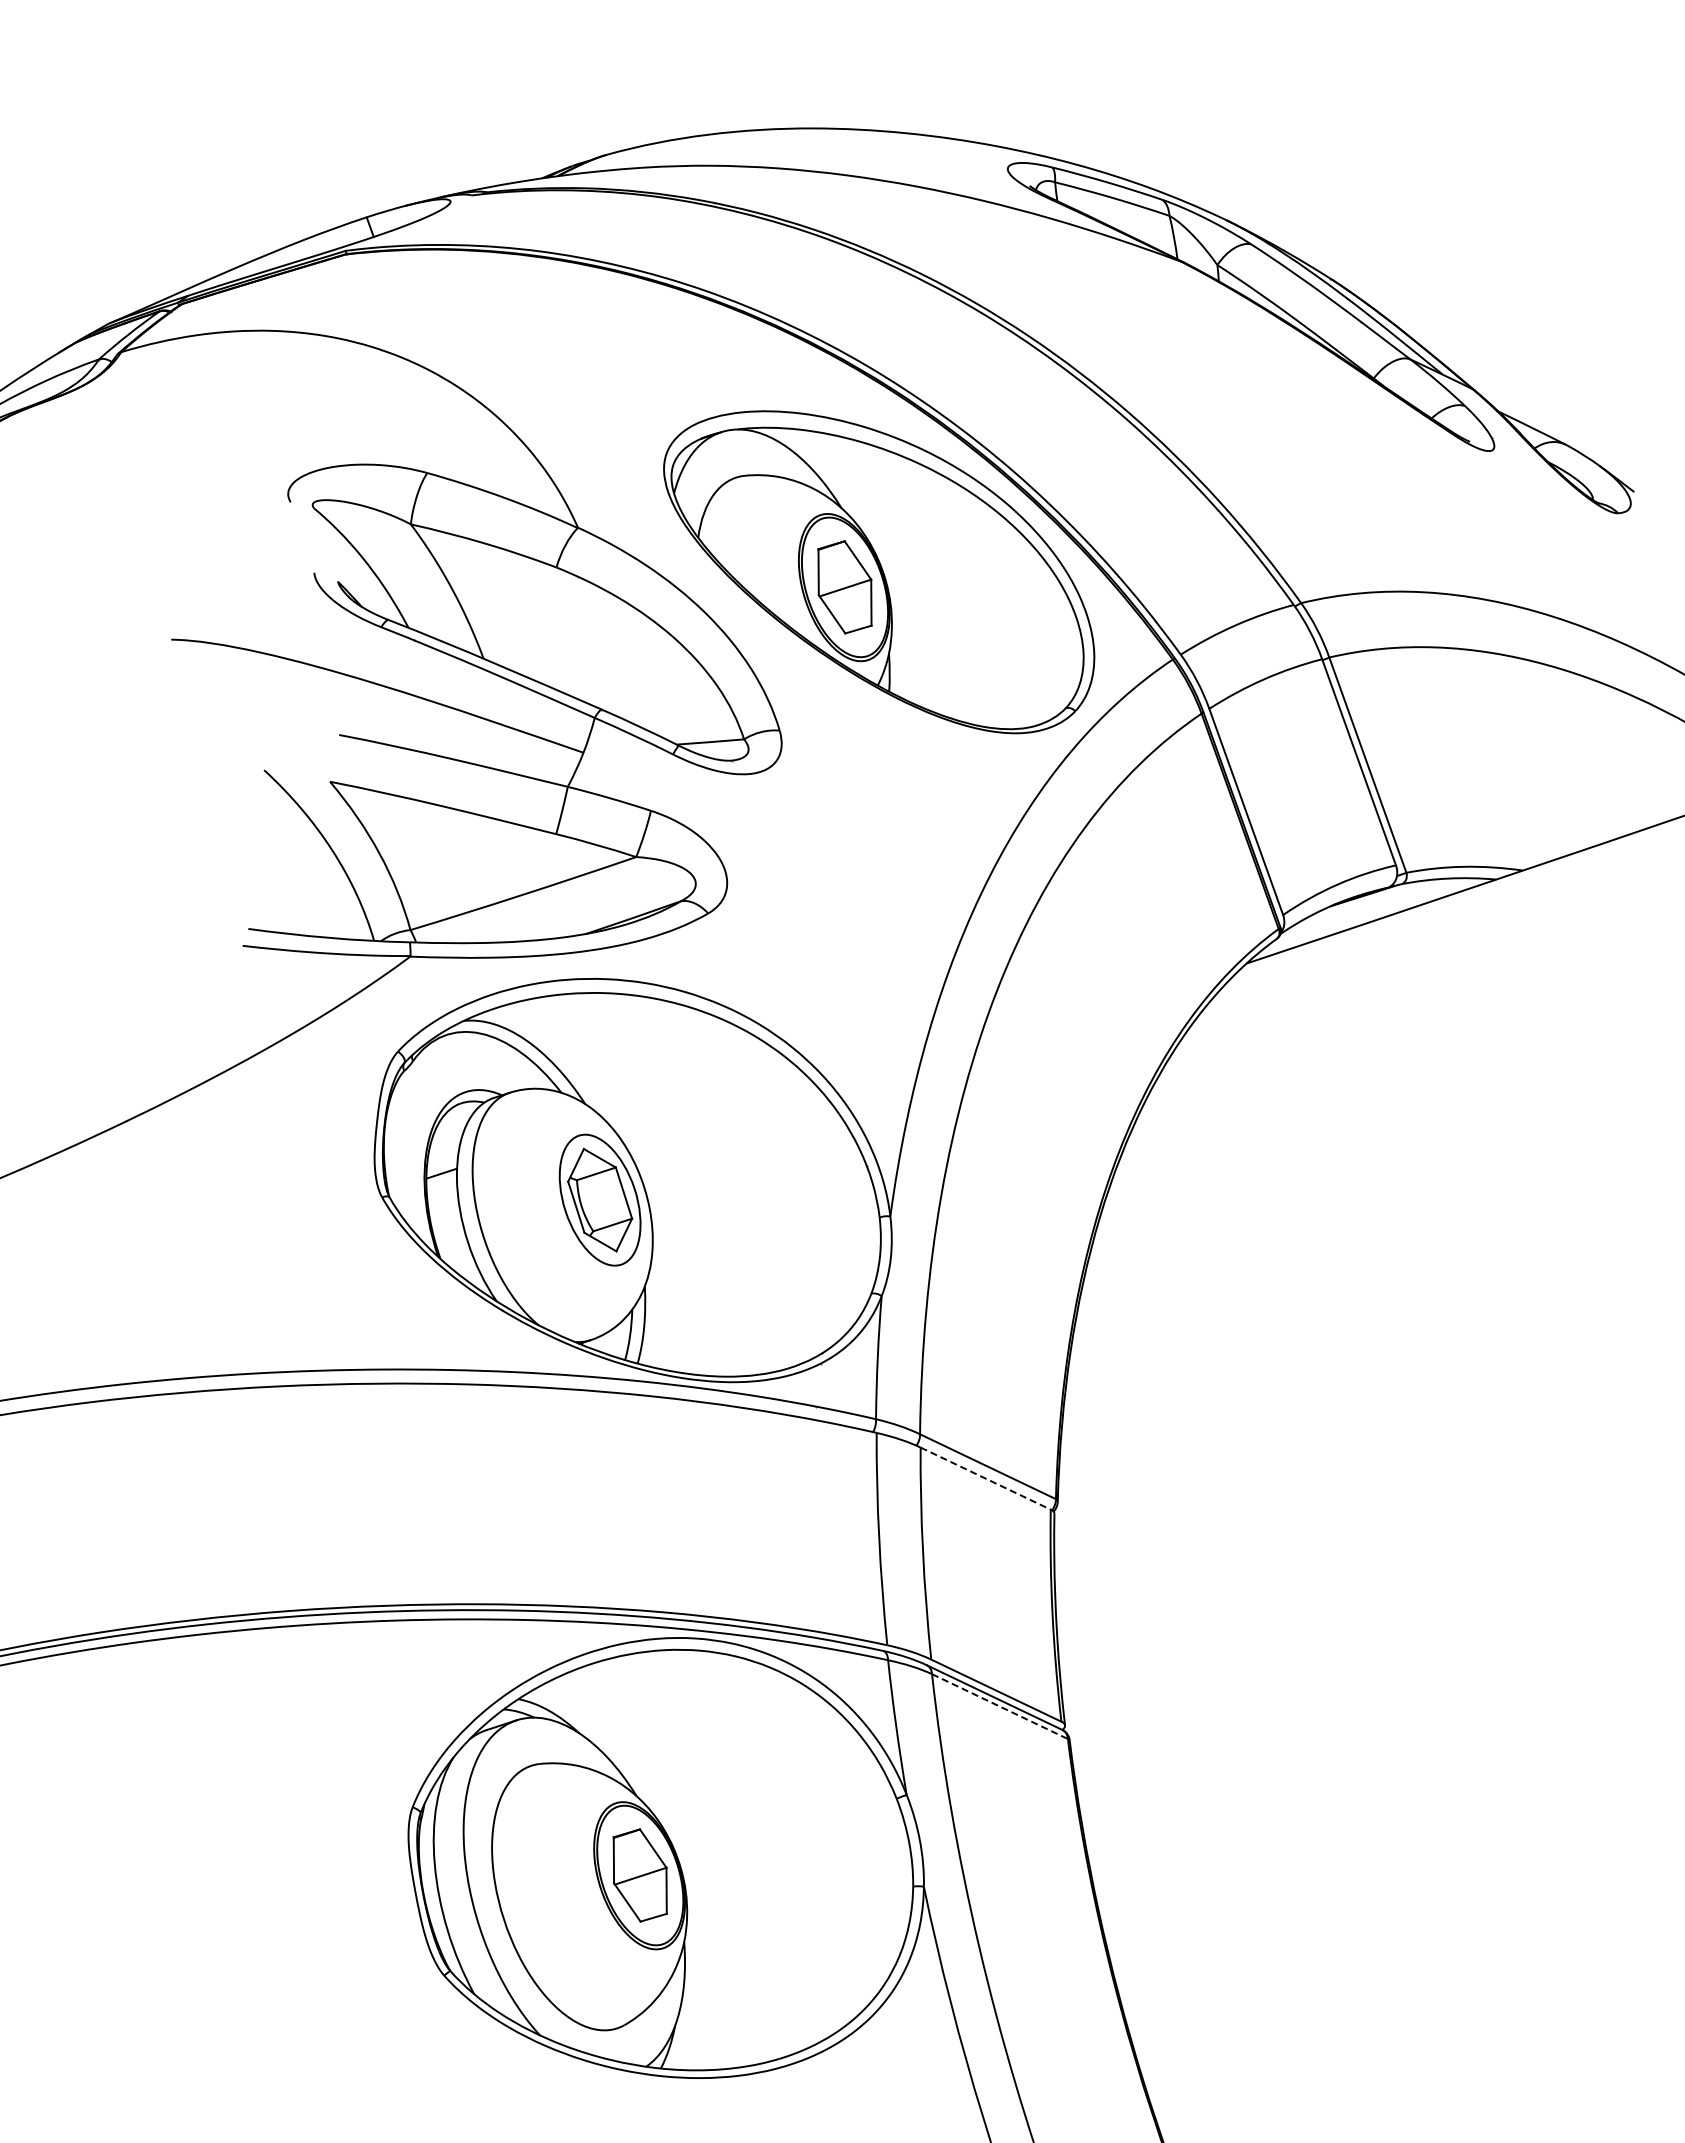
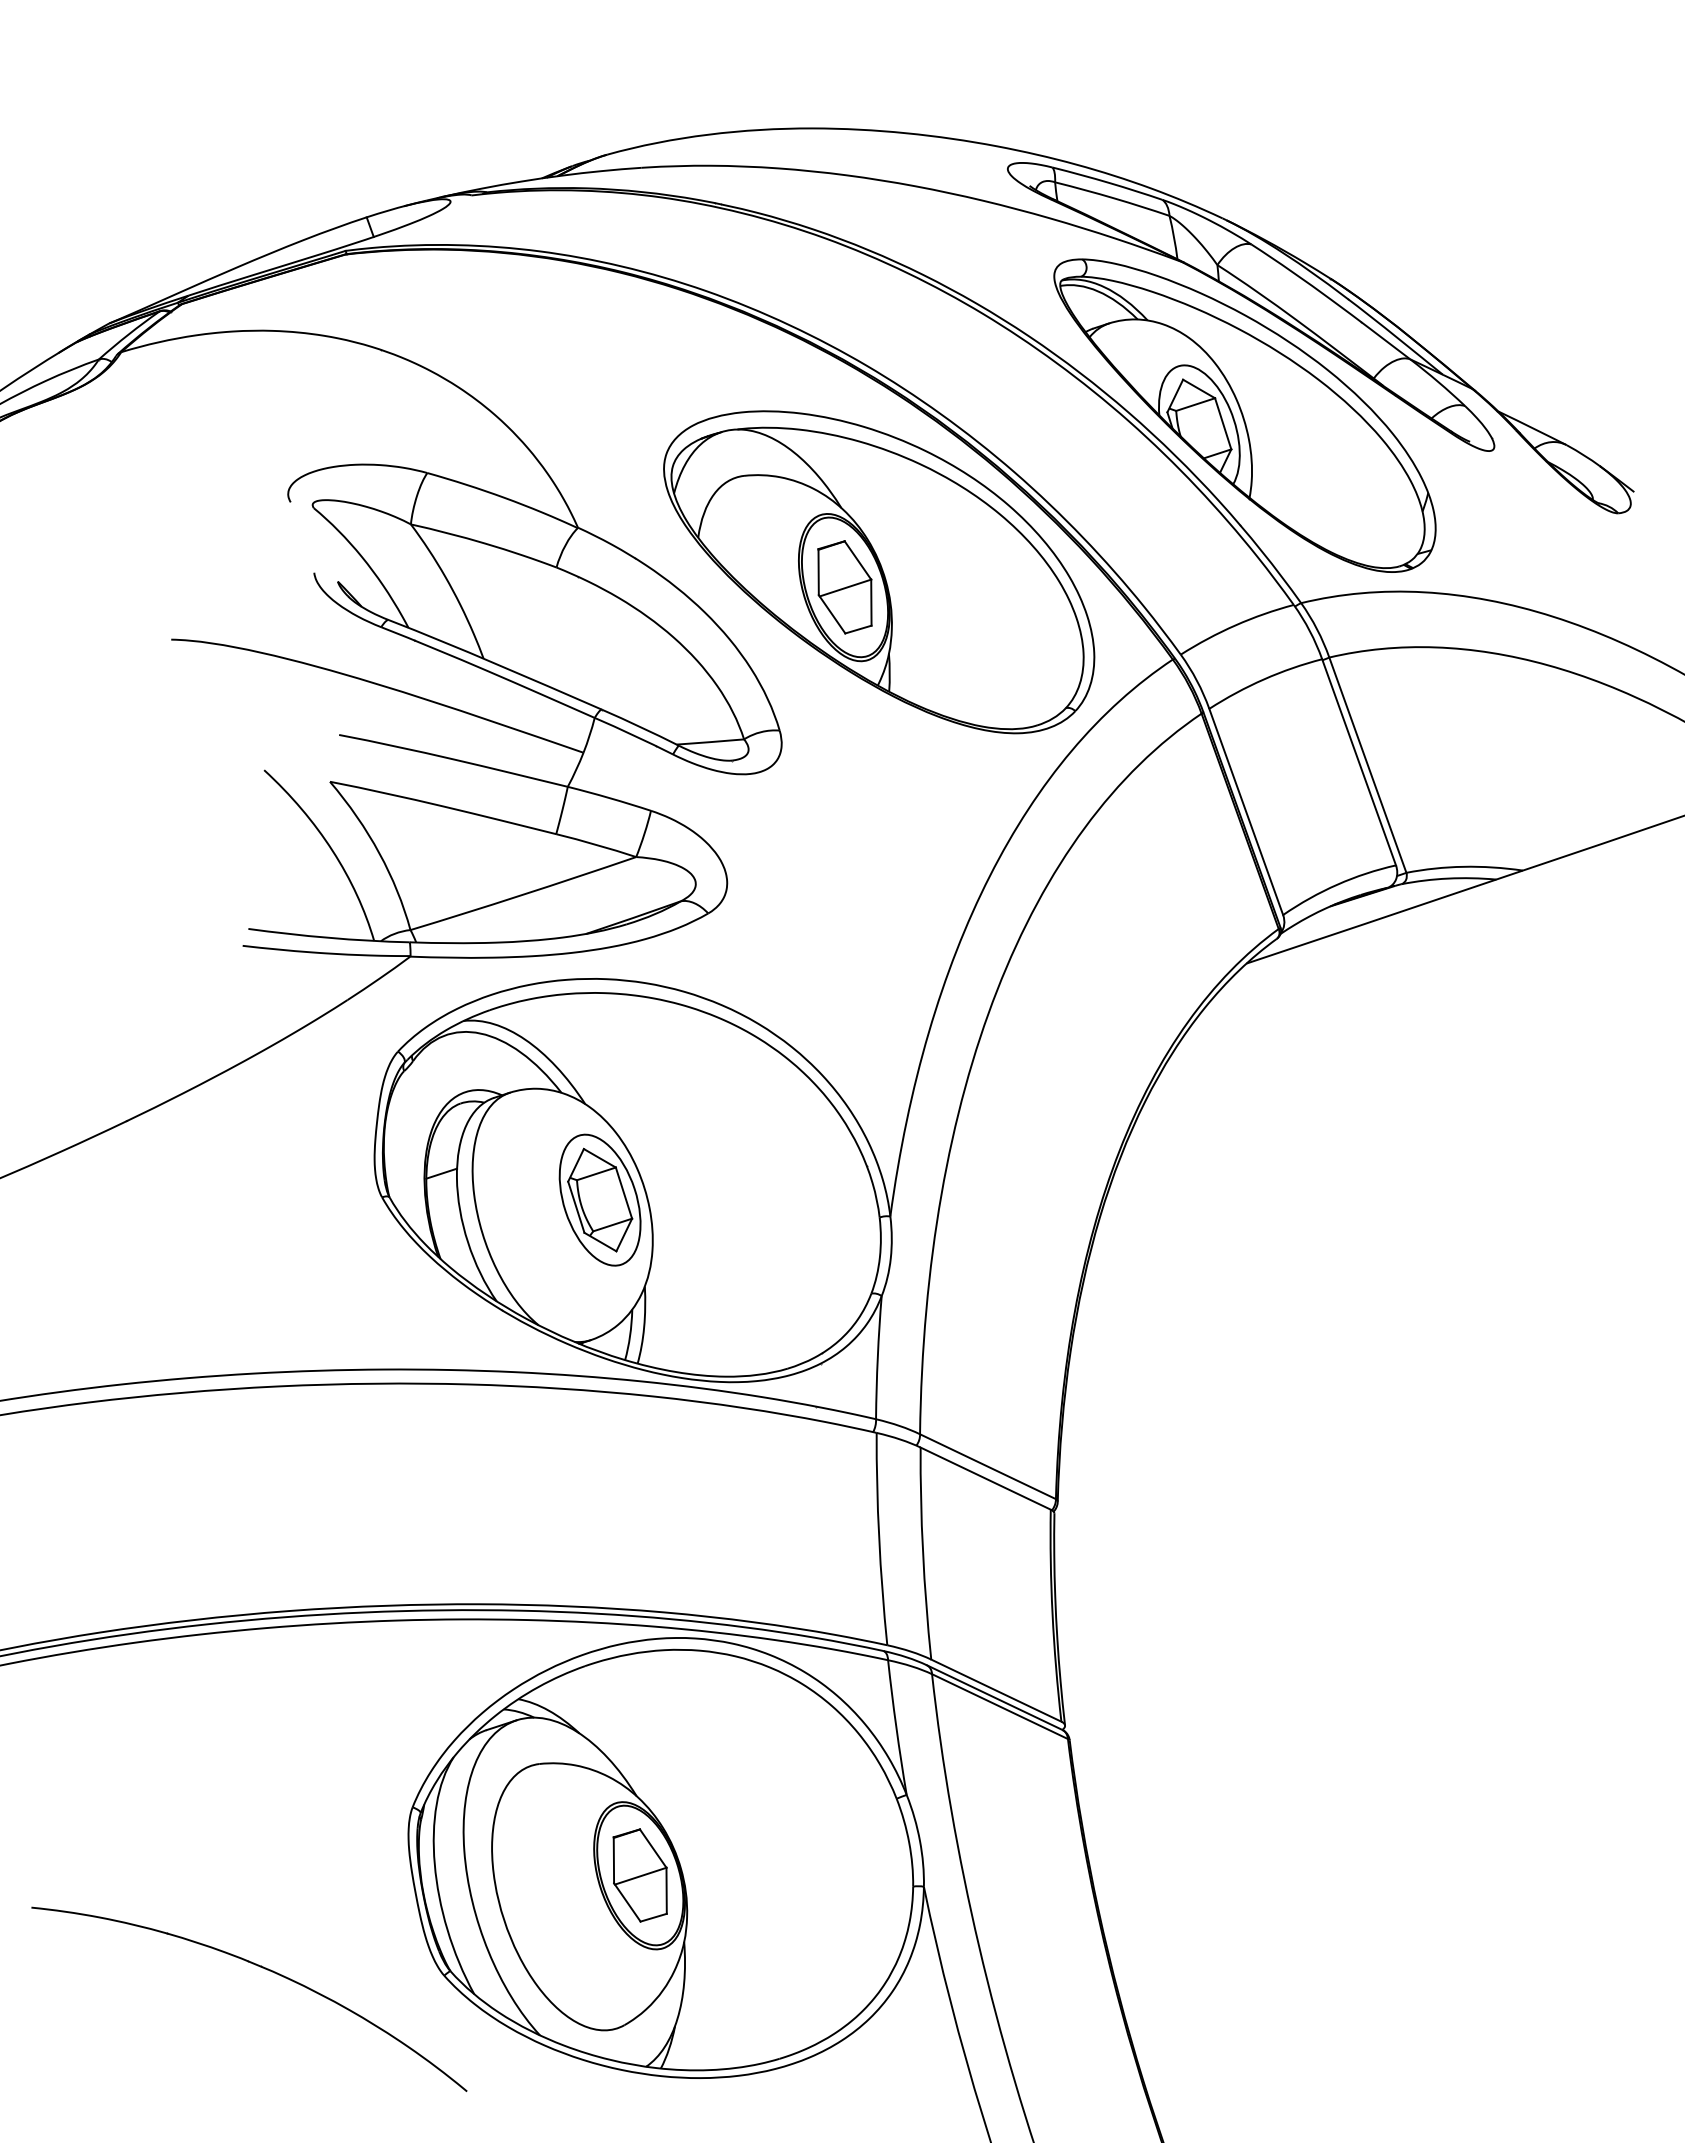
part at (1244, 415): none -> present
line at (986, 1478): dashed -> solid
line at (1000, 1706): dashed -> solid
part at (264, 1969): none -> present
